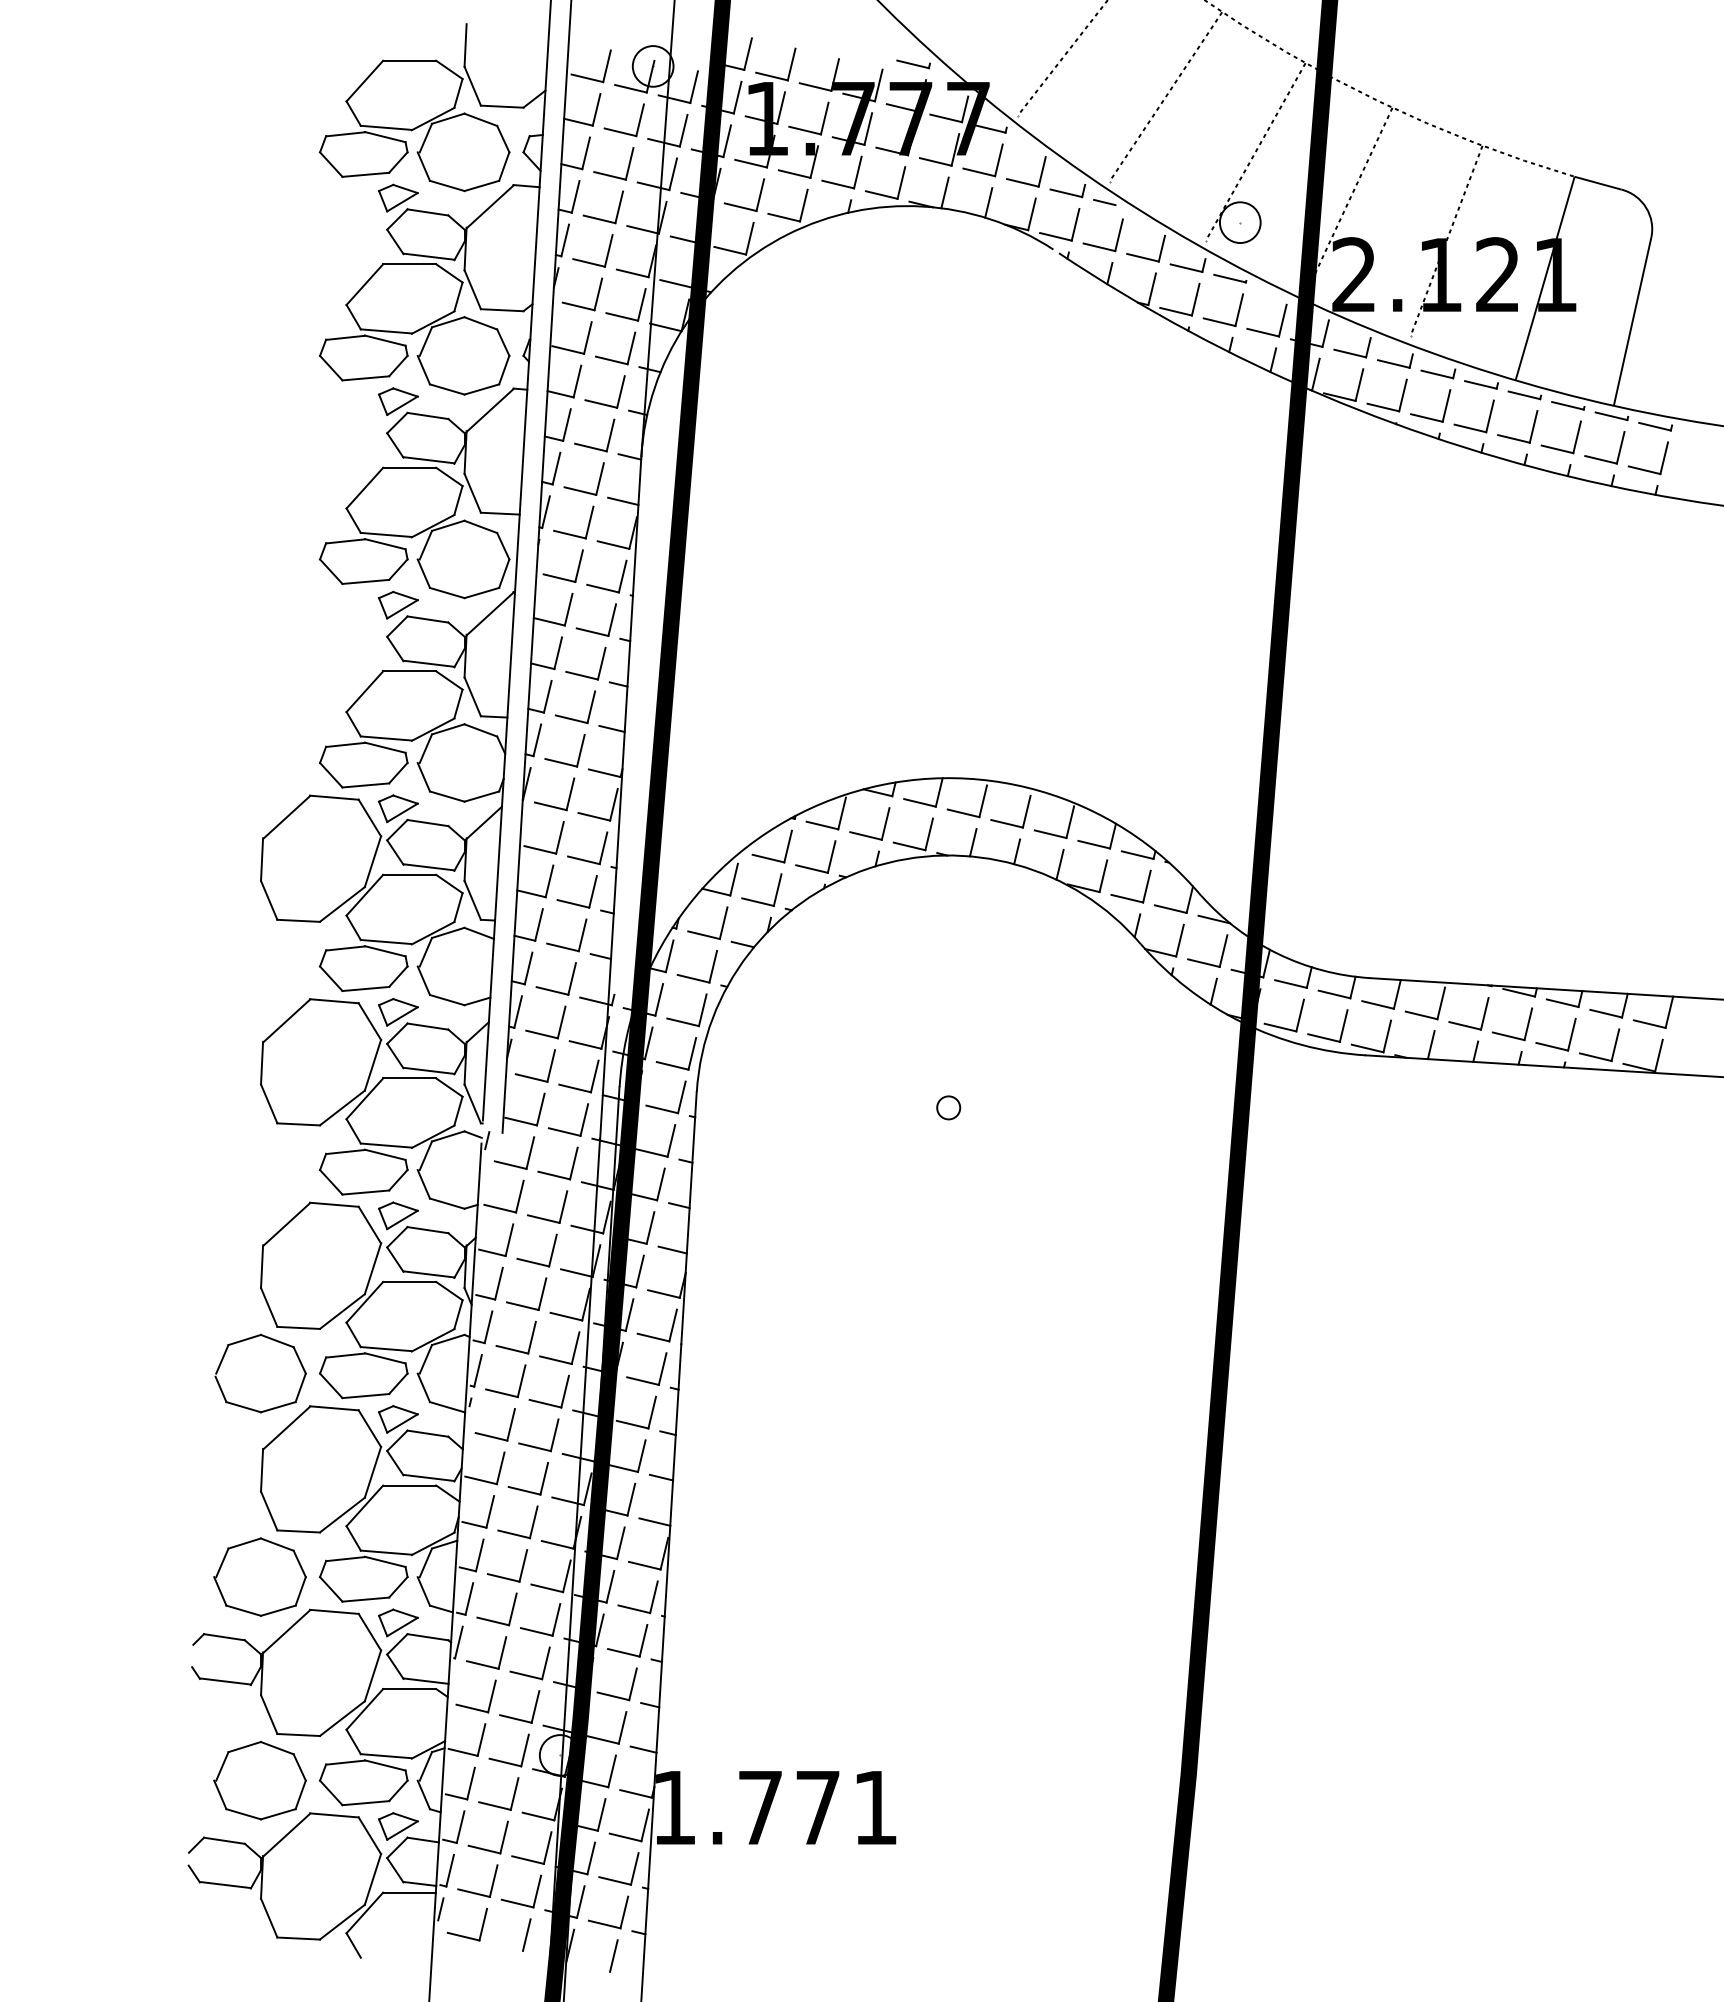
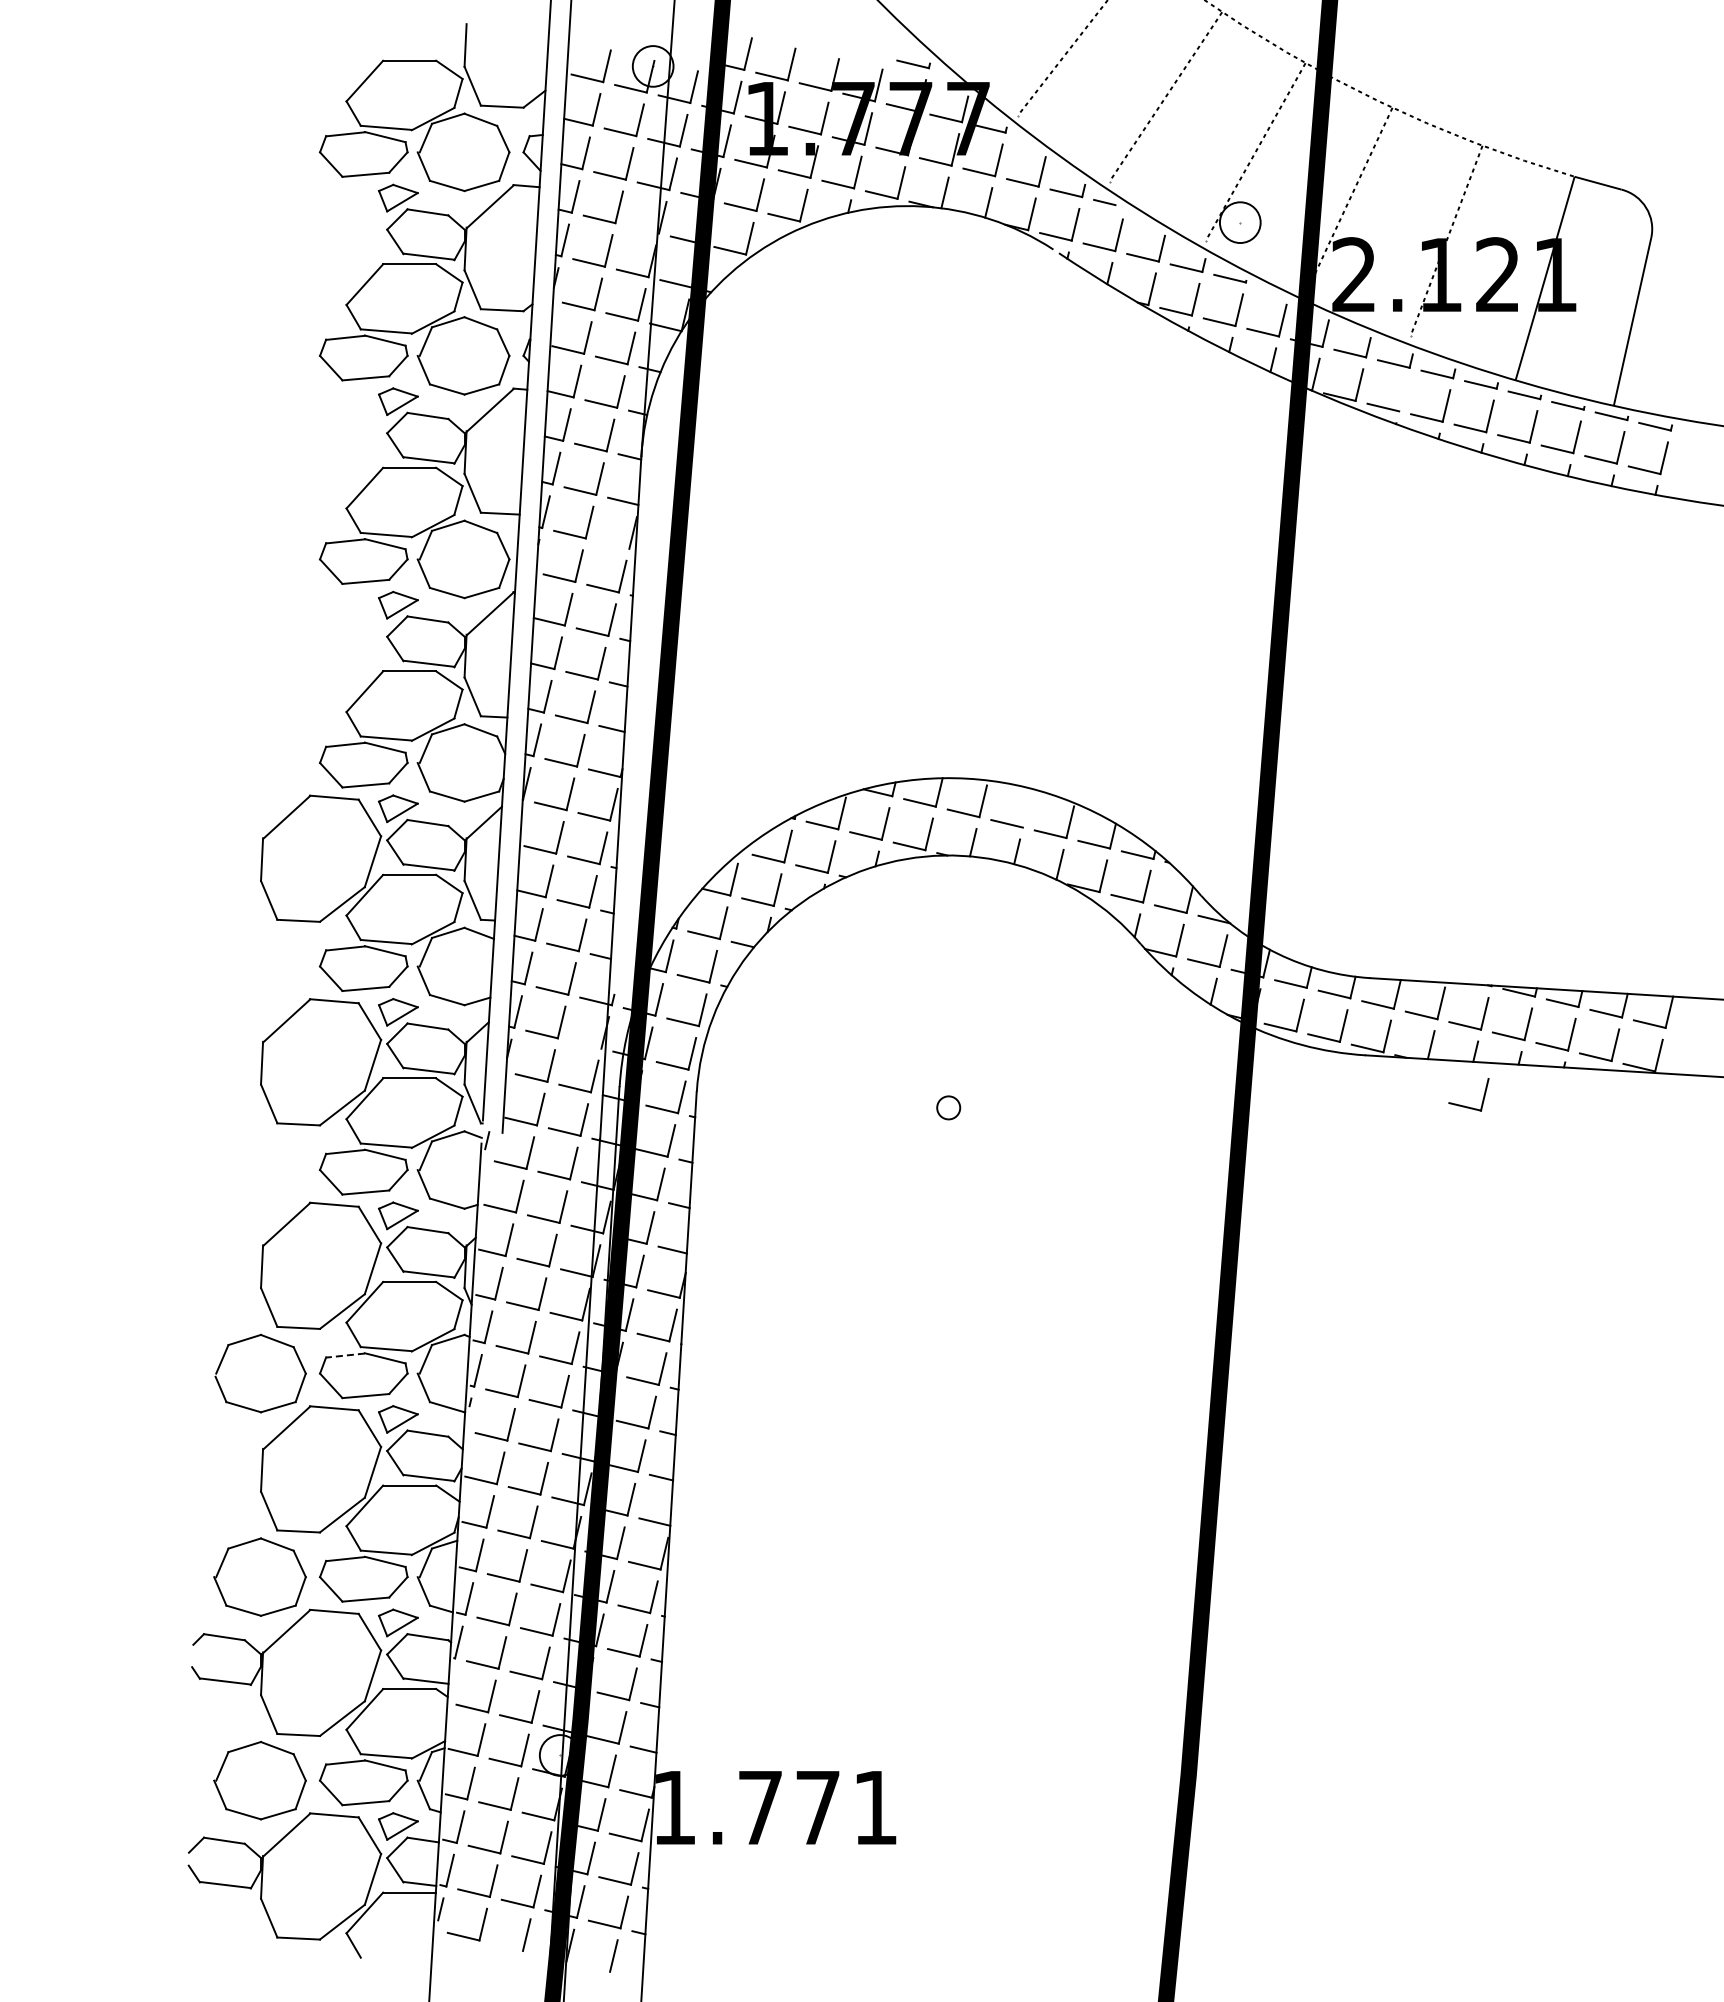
line at (642, 229): present -> none
line at (1402, 395): present -> none
line at (613, 544): present -> none
line at (1026, 811): present -> none
line at (585, 1044): present -> none
part at (1464, 1105): none -> present
line at (345, 1355): solid -> dashed
